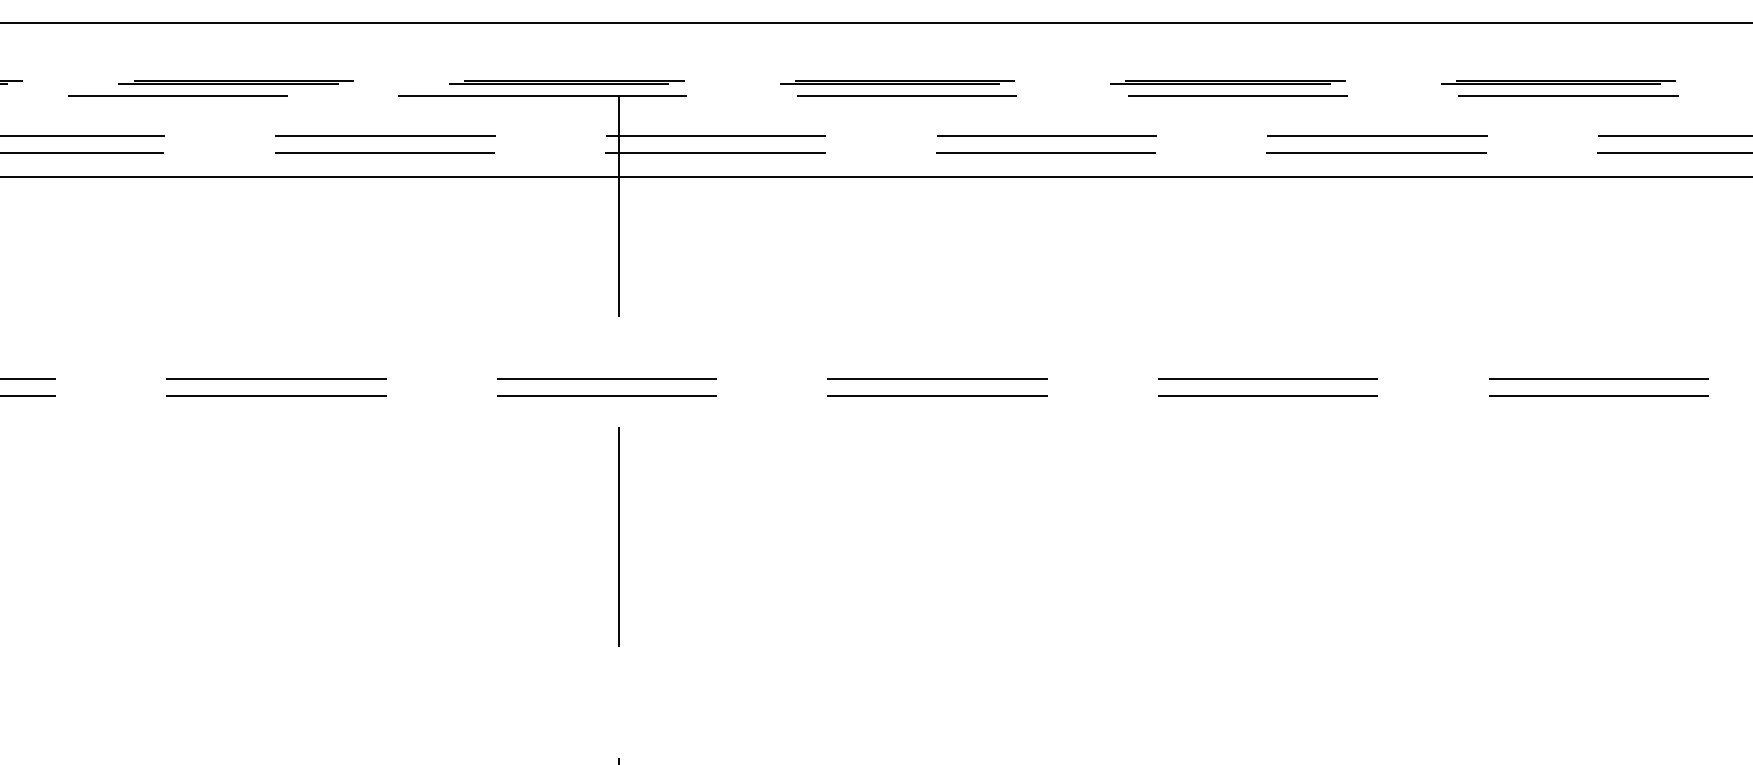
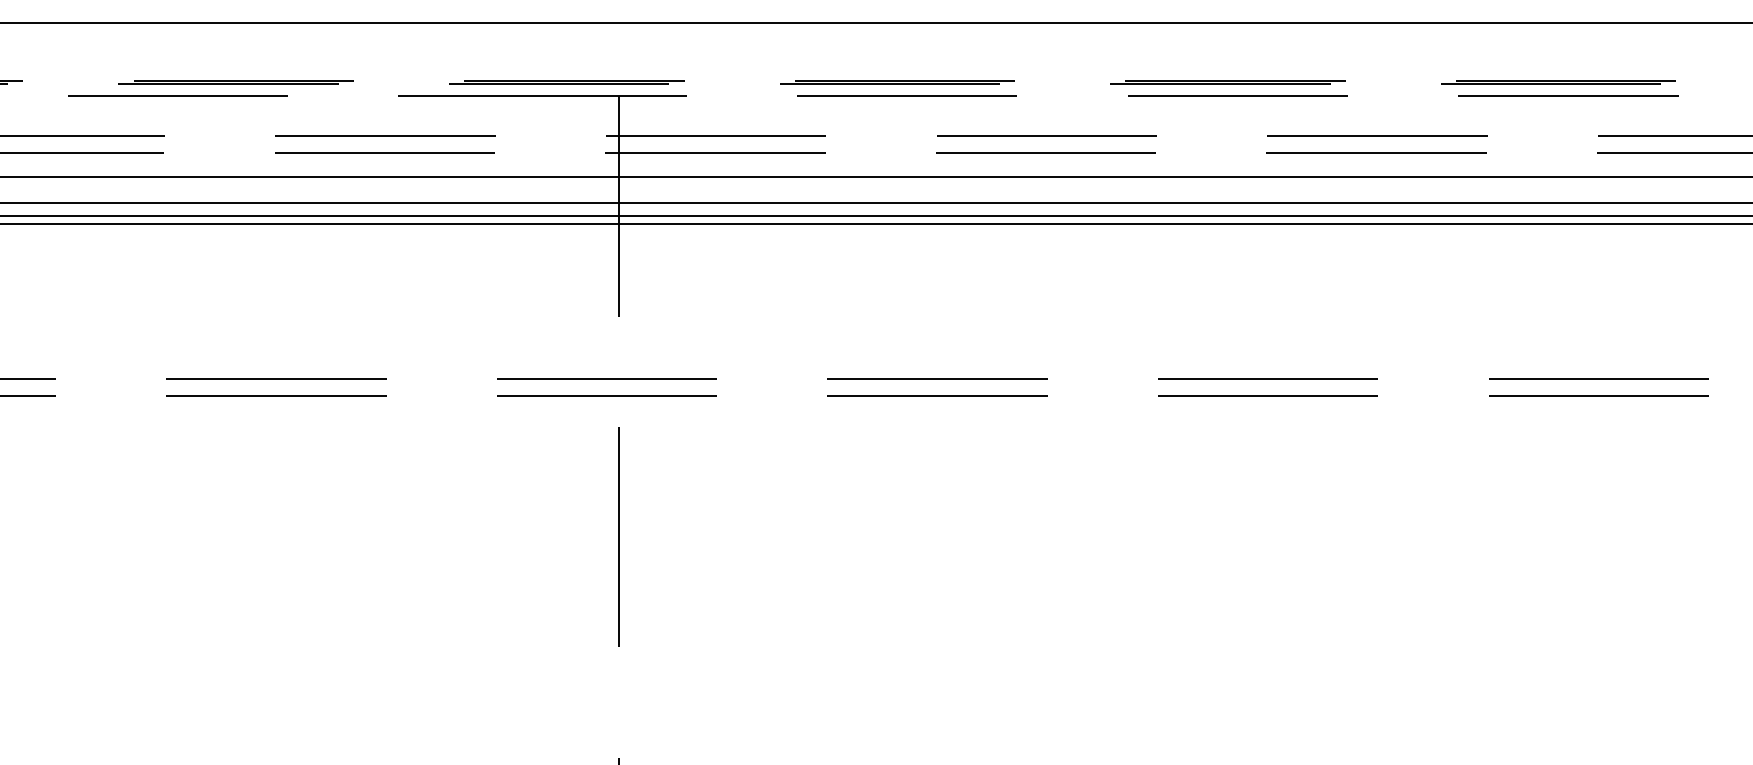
line at (875, 203): none -> present
line at (875, 215): none -> present
line at (875, 224): none -> present
